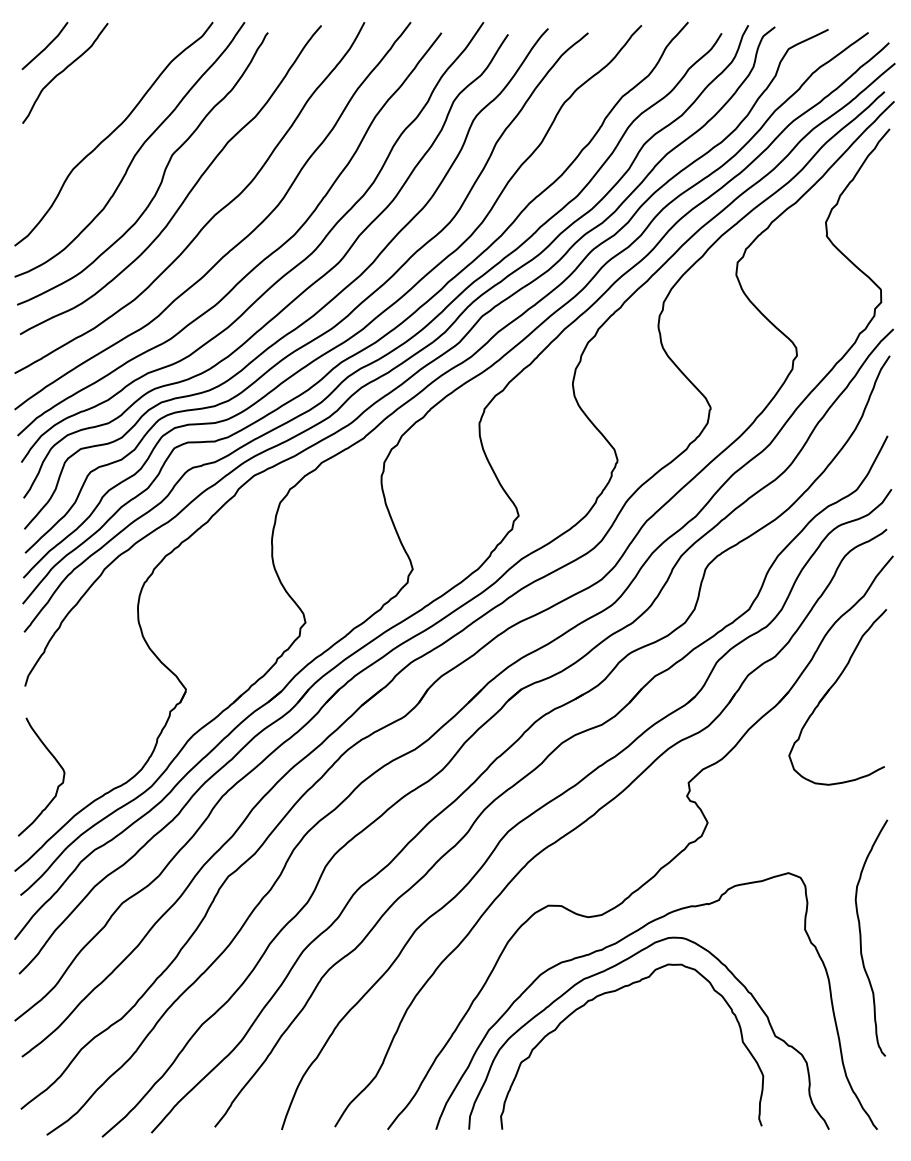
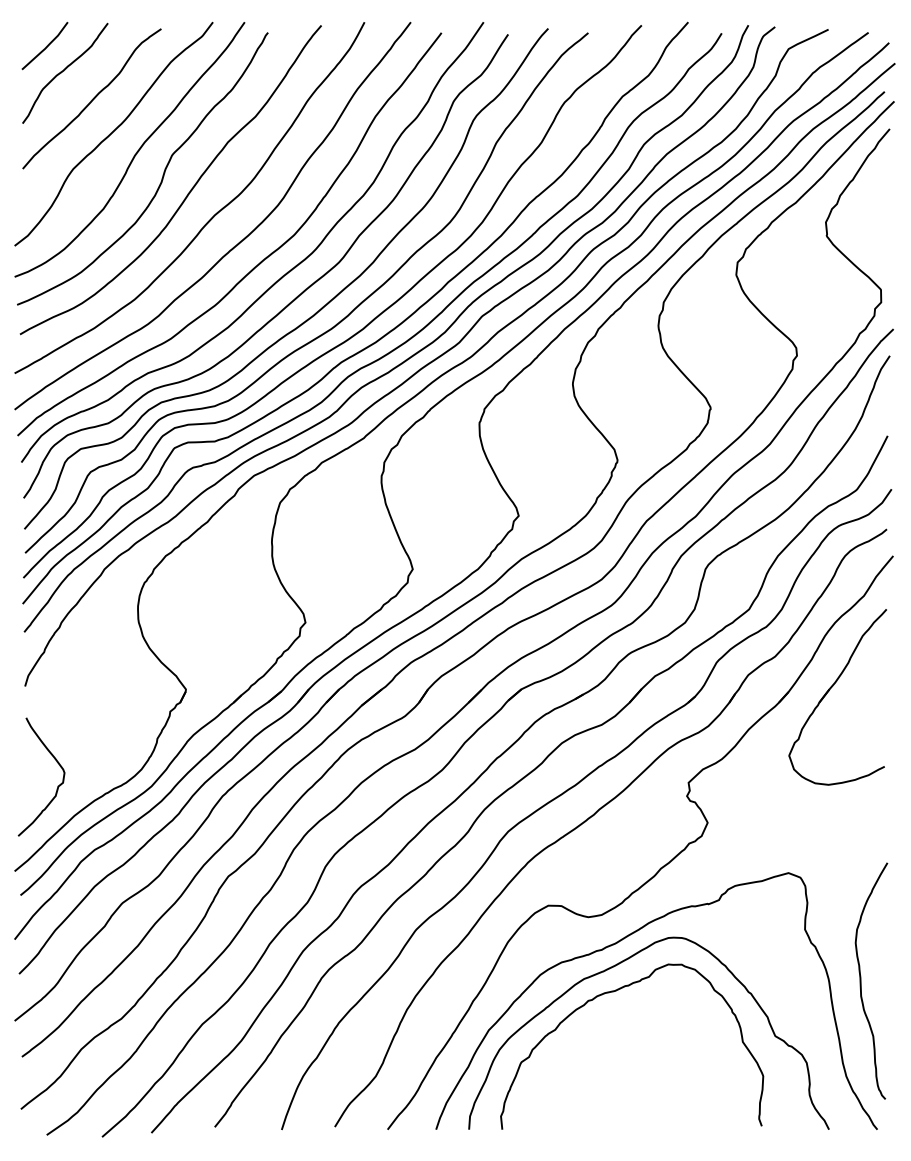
curve at (92, 98): none -> present
curve at (861, 937) position: (861, 937) -> (861, 980)
